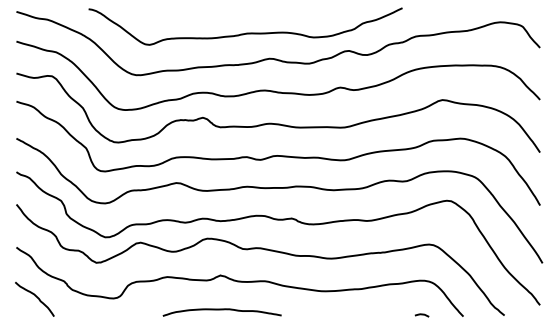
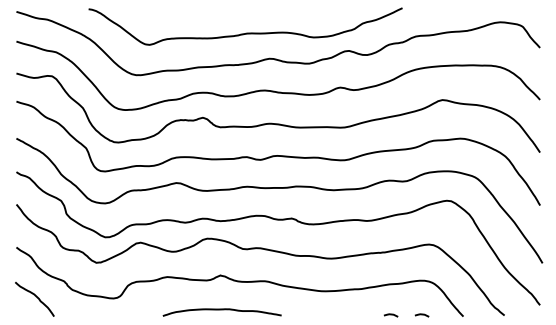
curve at (390, 315): none -> present
